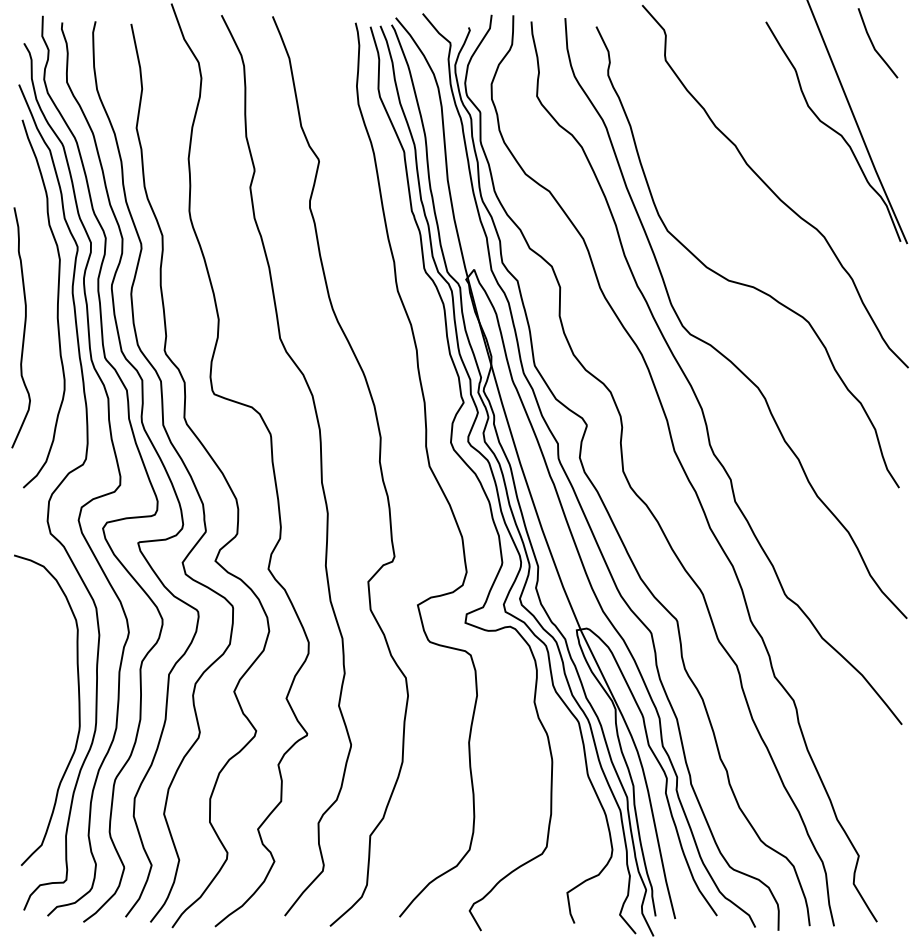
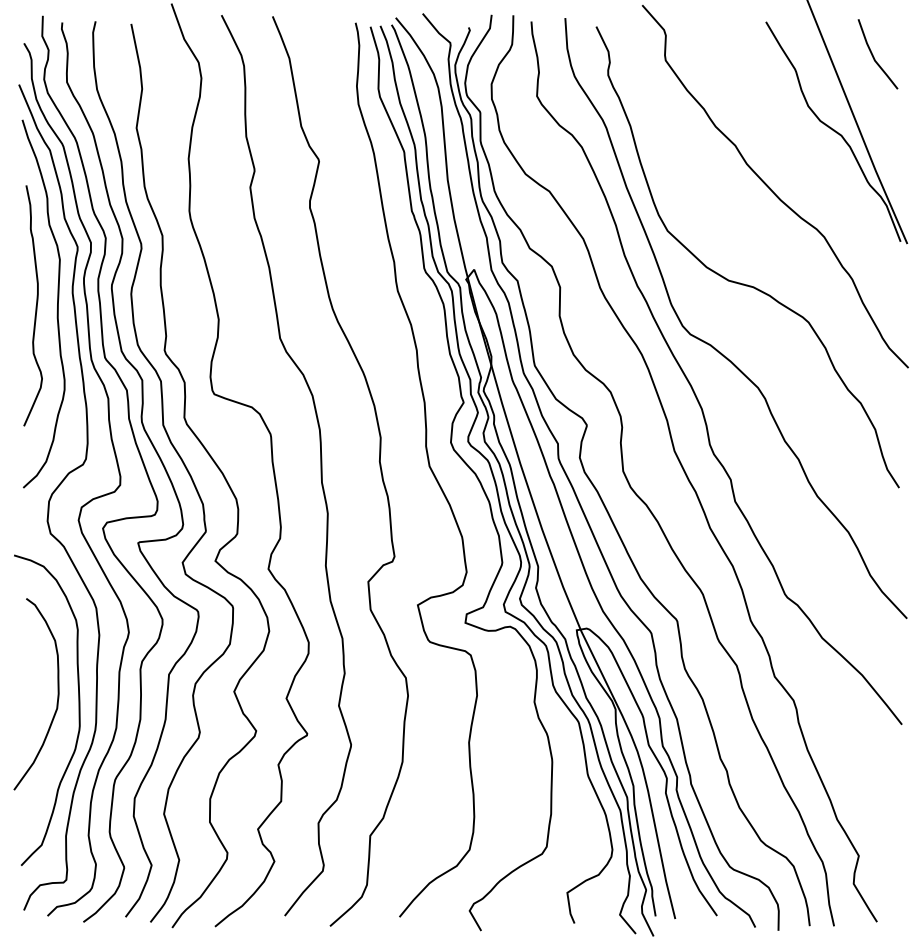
line at (874, 45) position: (874, 45) -> (874, 56)
curve at (23, 328) position: (23, 328) -> (35, 306)
curve at (57, 694): none -> present
